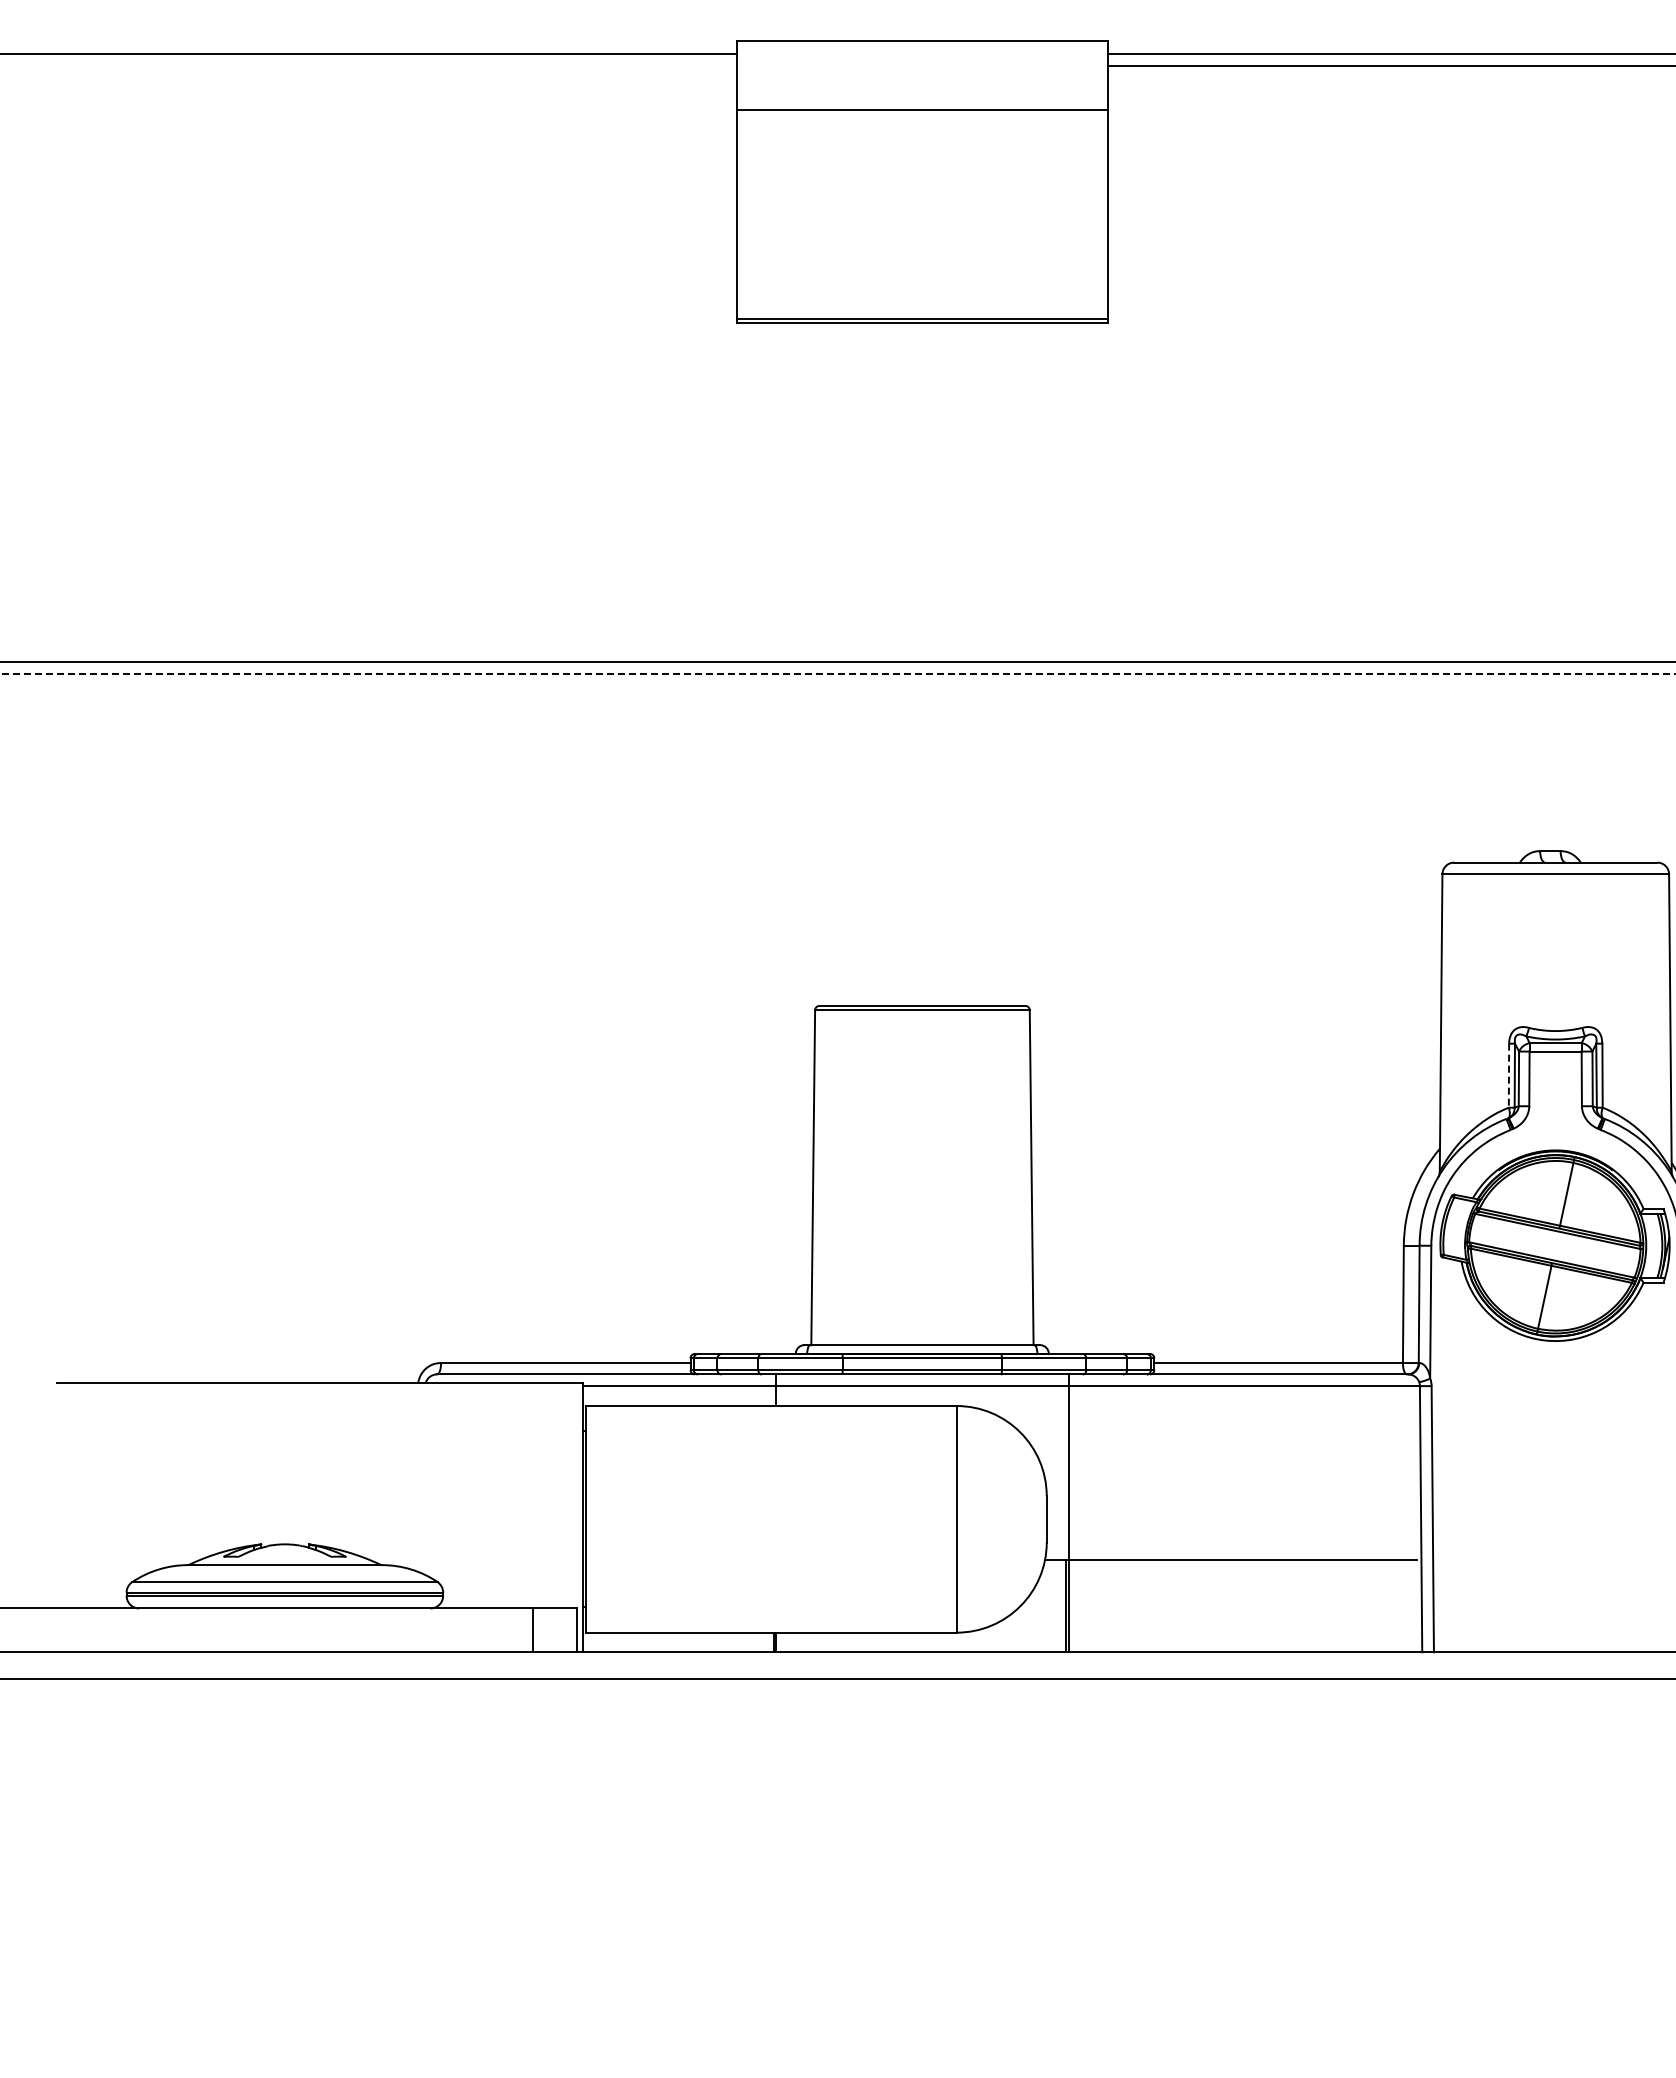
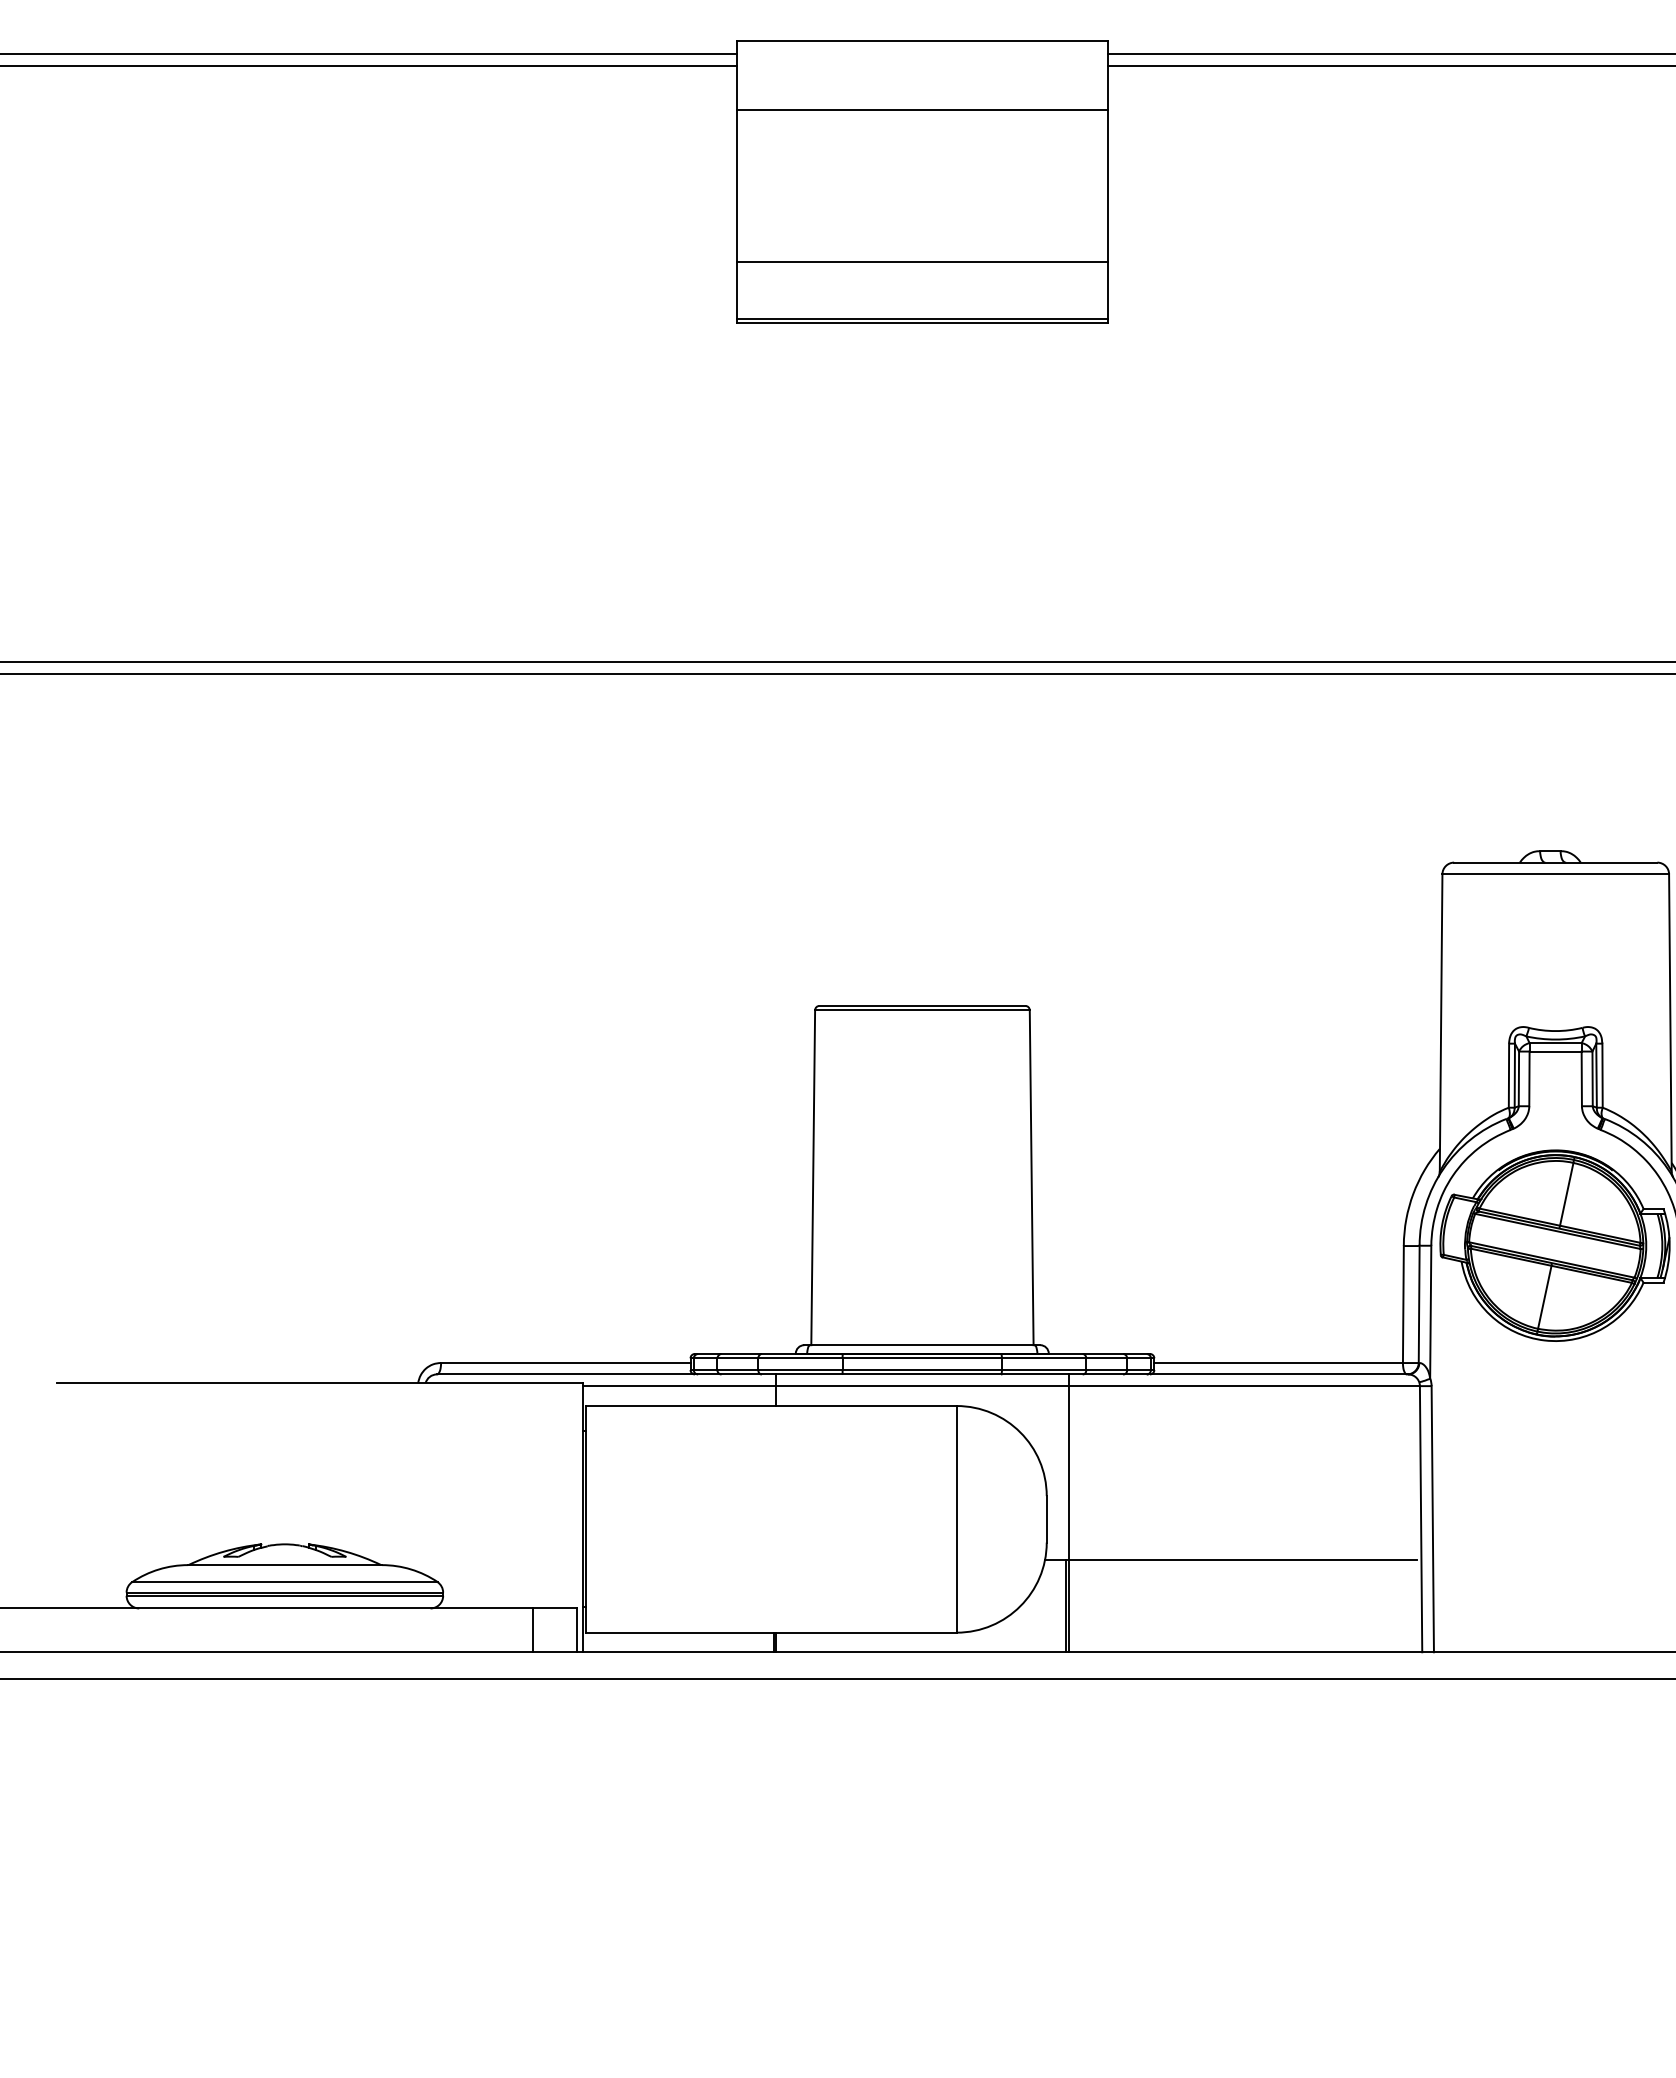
line at (369, 65): none -> present
line at (922, 261): none -> present
line at (837, 674): dashed -> solid
line at (1508, 1076): dashed -> solid
